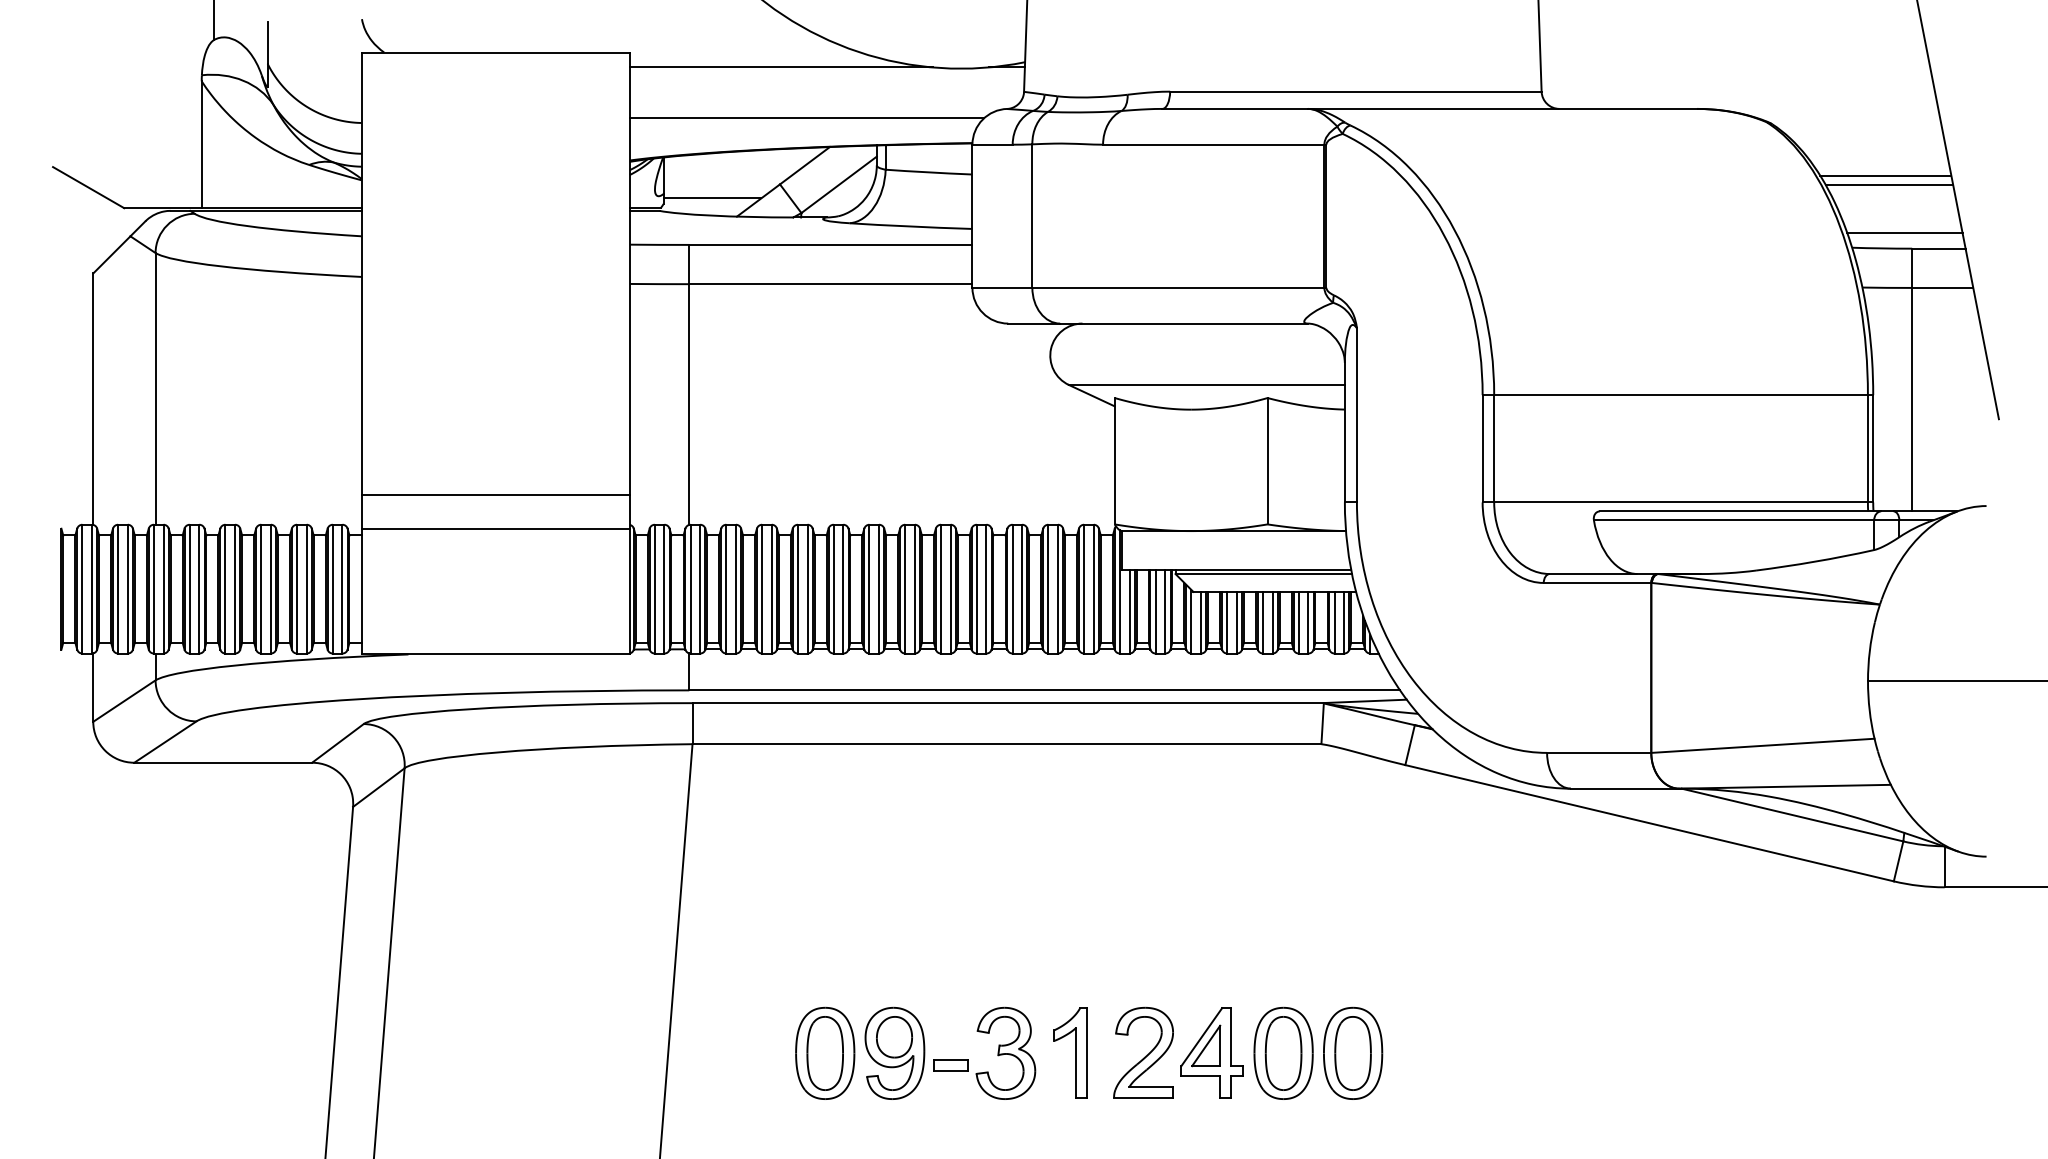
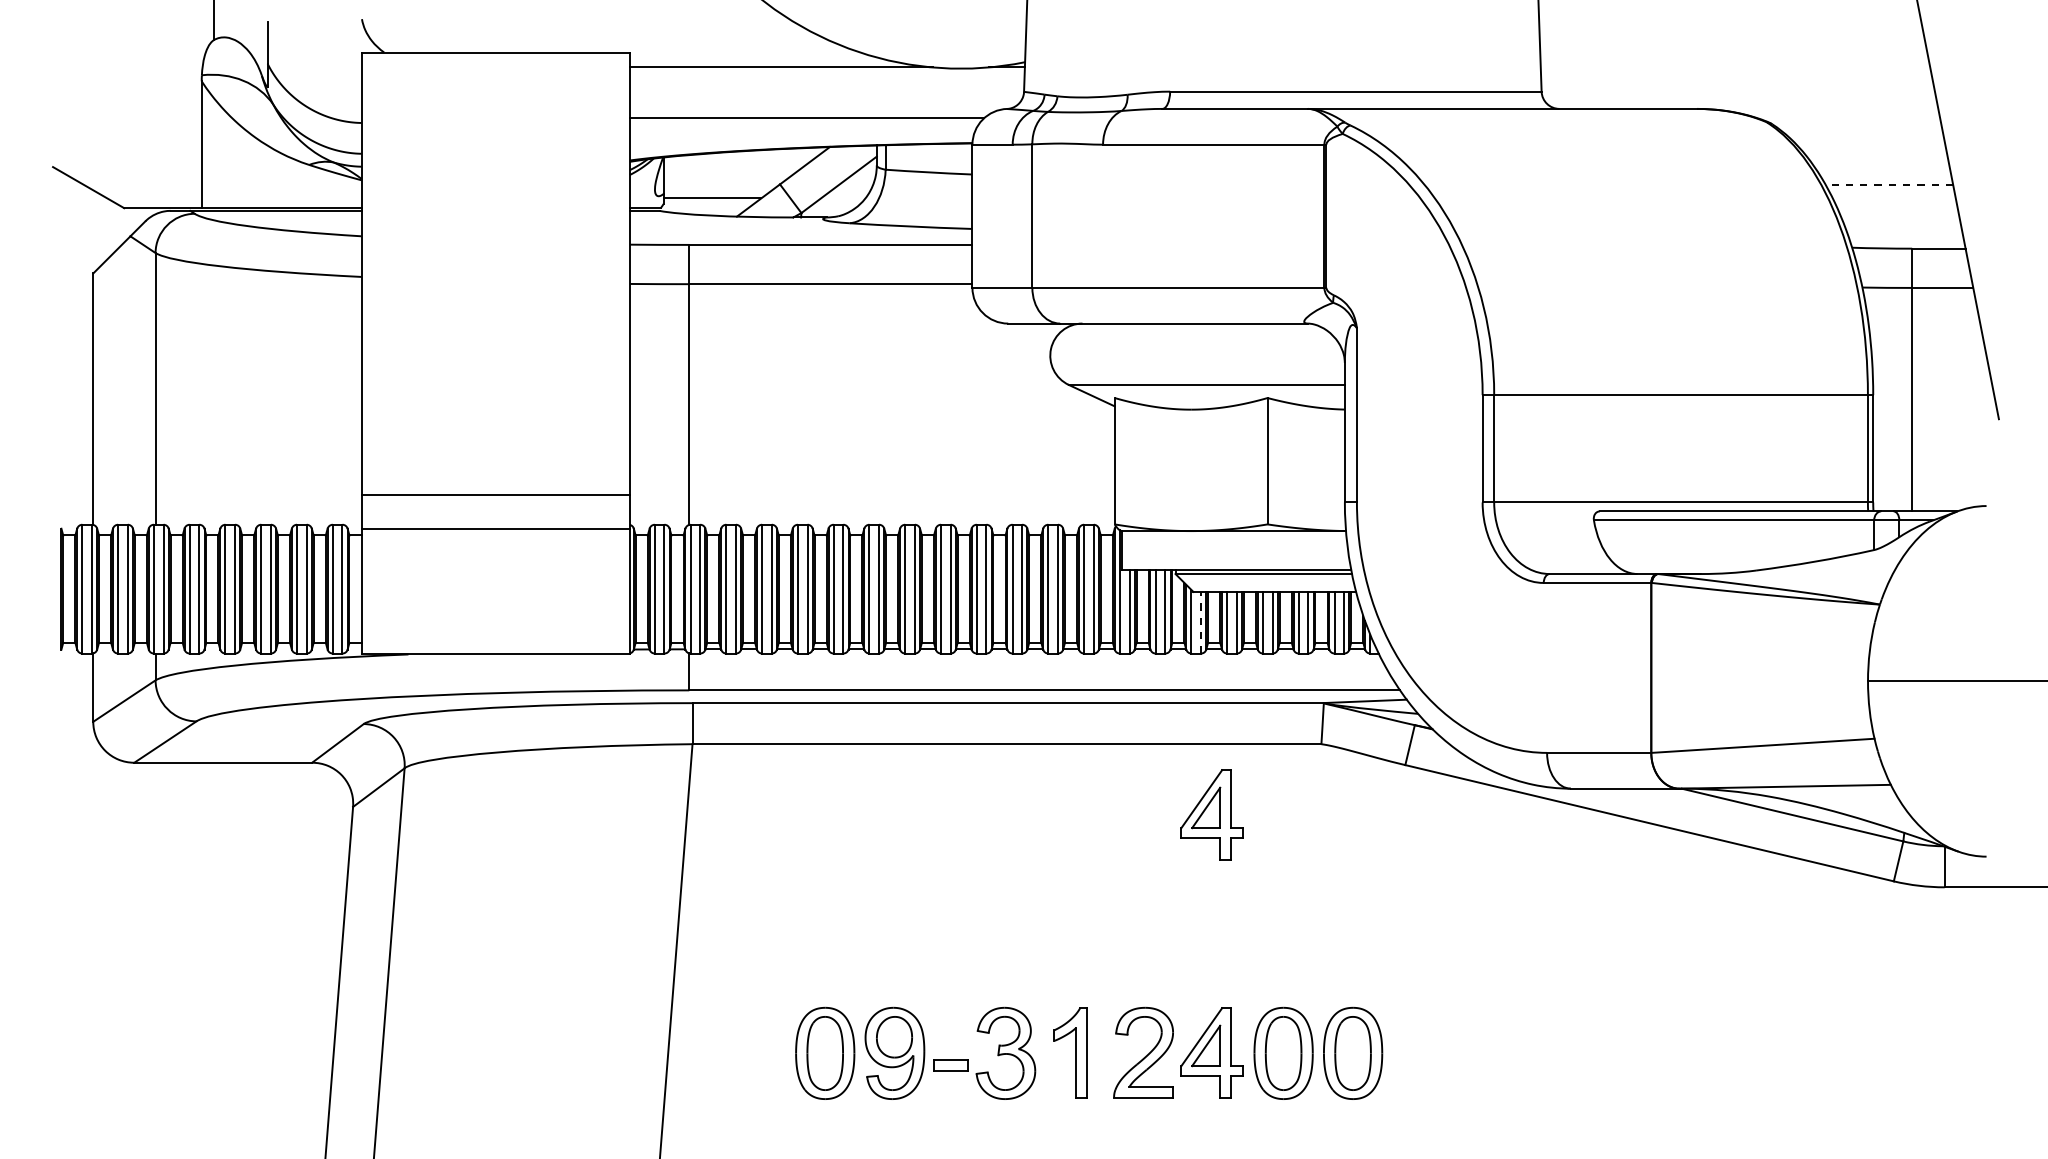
line at (1885, 176): present -> none
line at (1889, 184): solid -> dashed
line at (1904, 232): present -> none
line at (1201, 622): solid -> dashed
part at (1211, 814): none -> present
